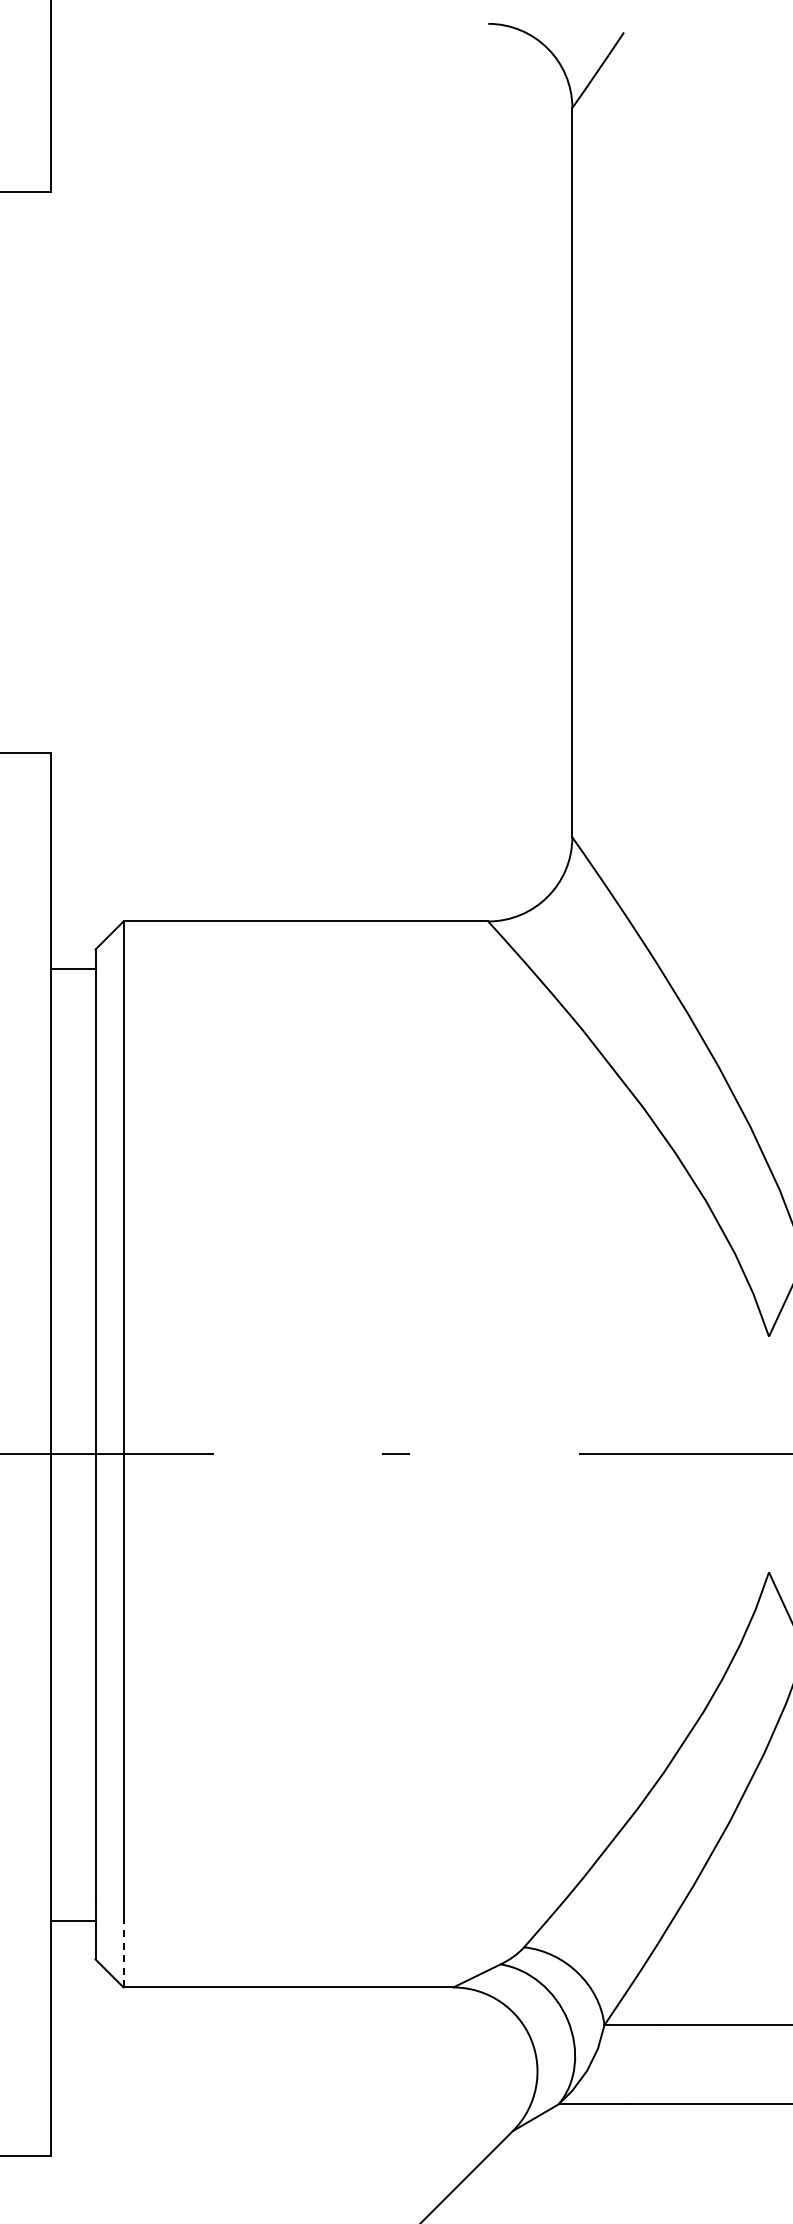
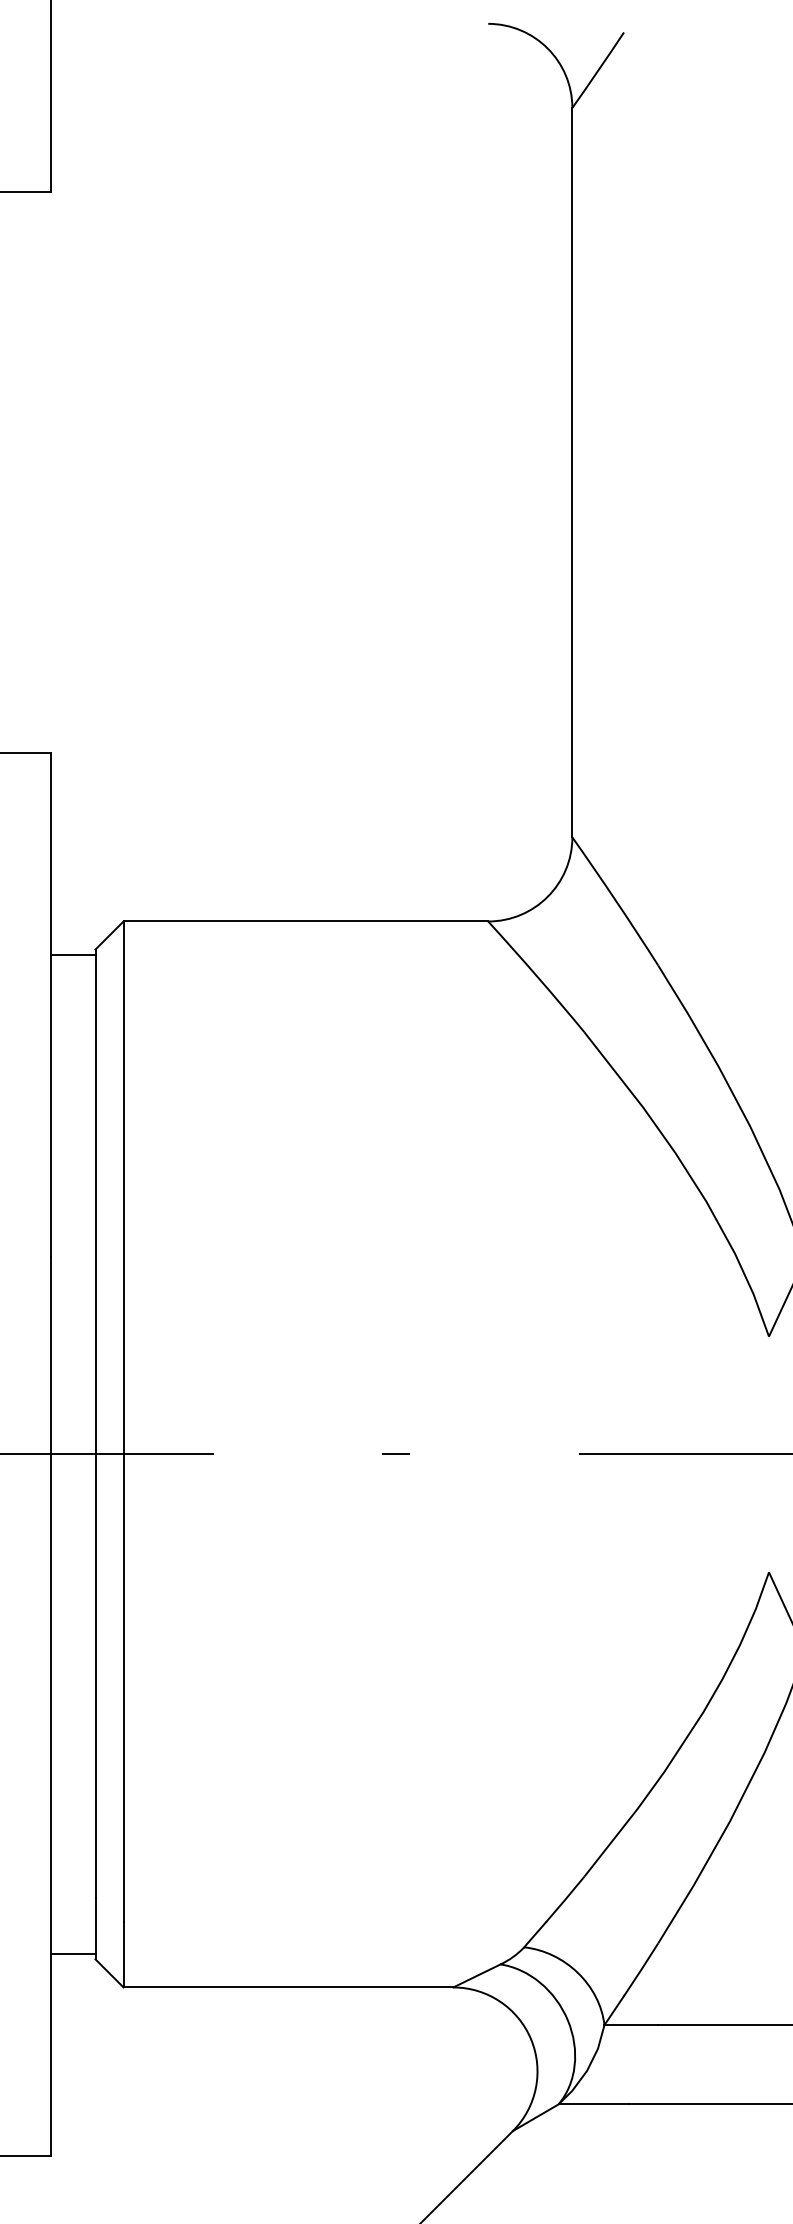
line at (72, 969) position: (72, 969) -> (72, 955)
line at (72, 1920) position: (72, 1920) -> (72, 1953)
line at (123, 1954): dashed -> solid
